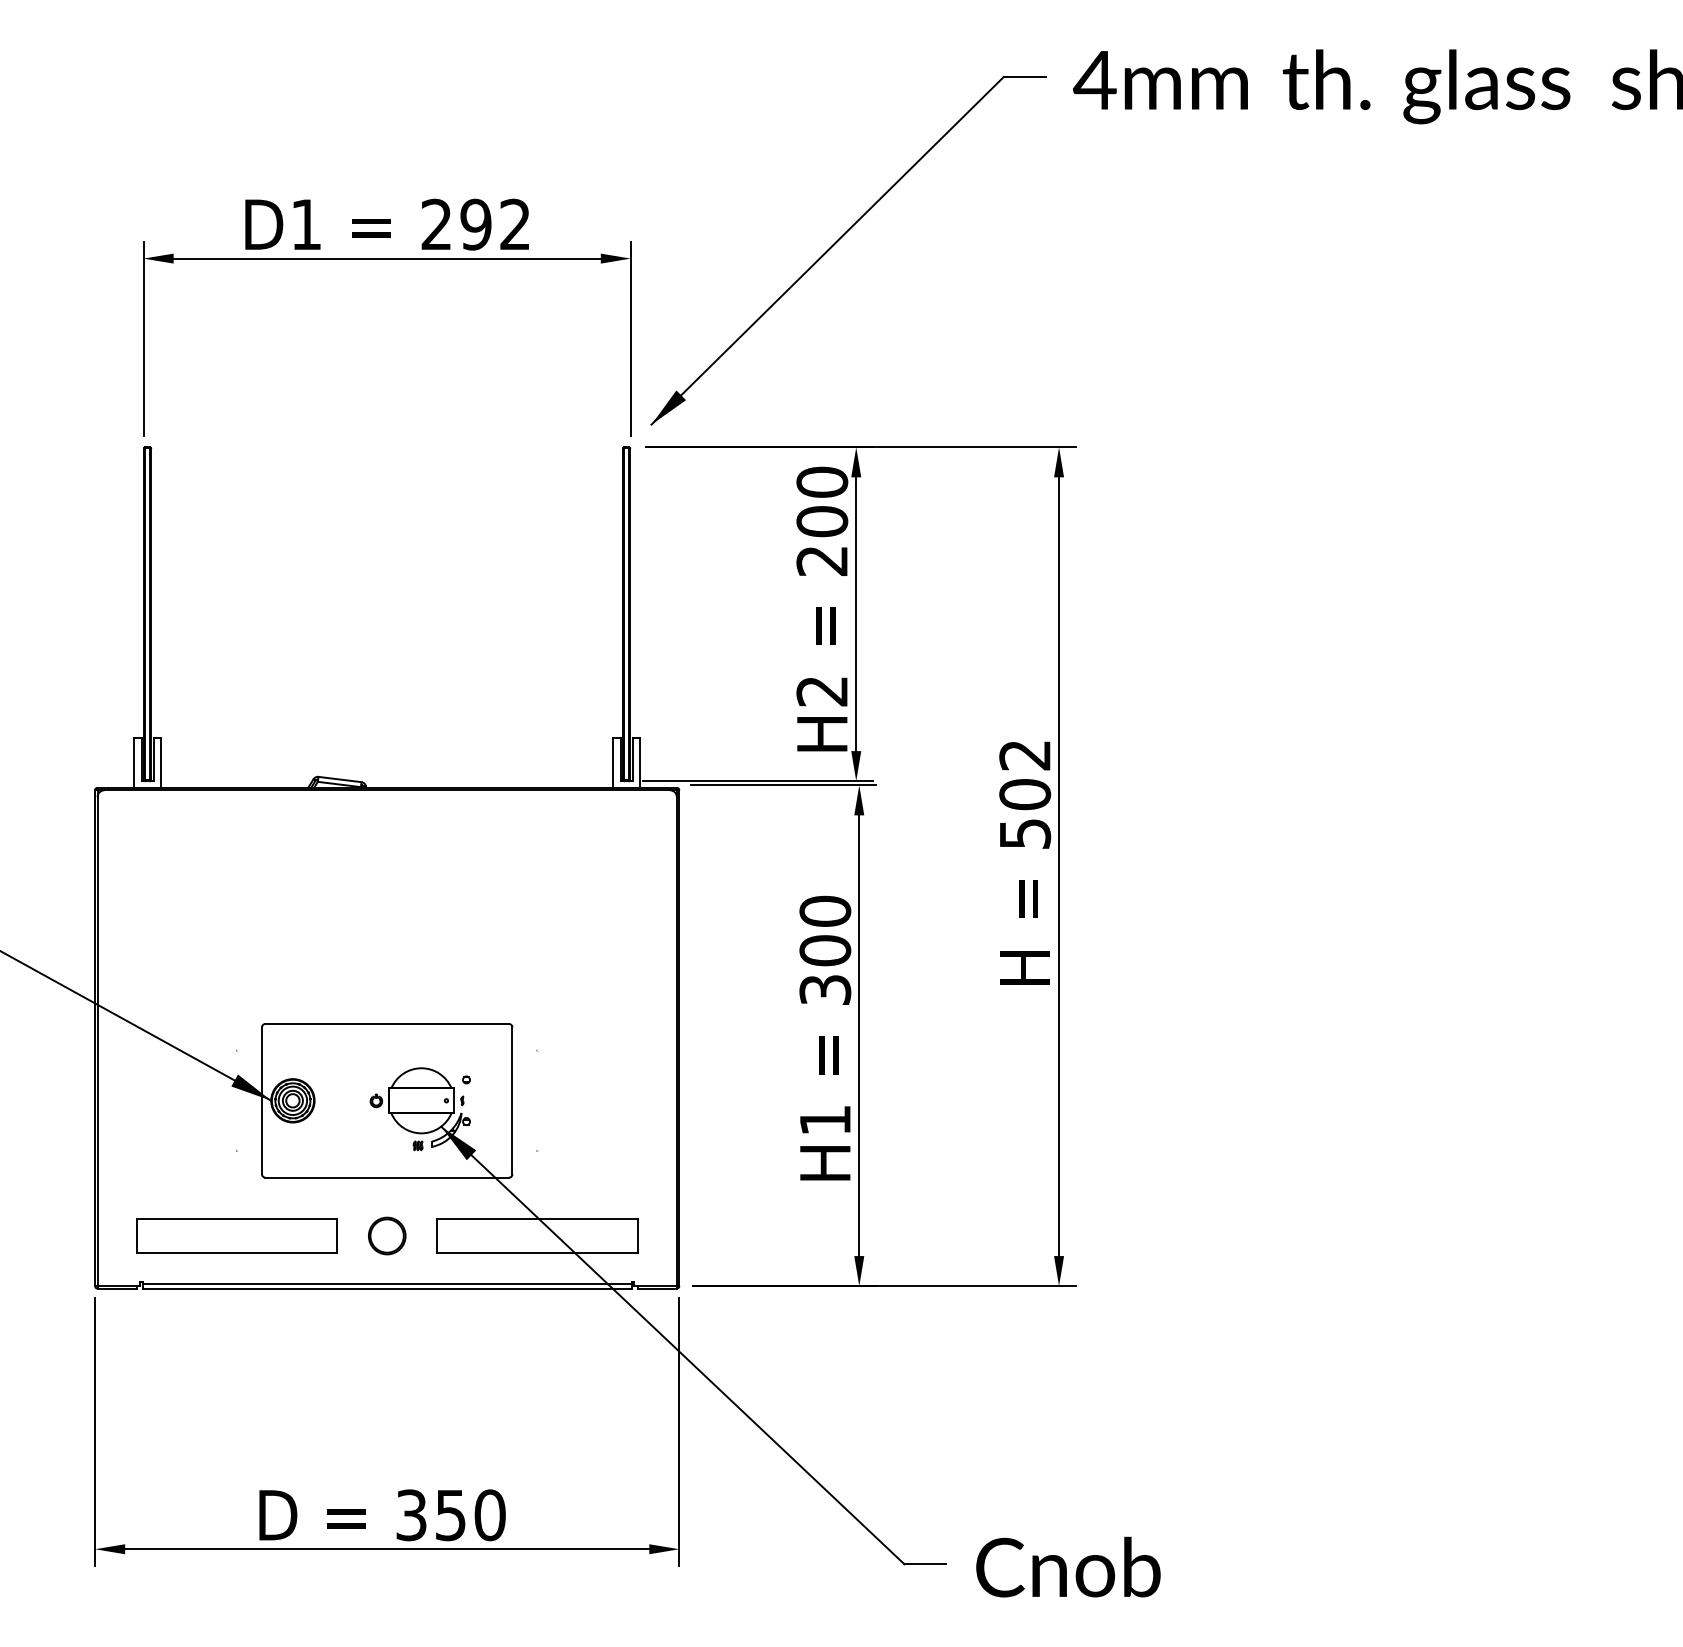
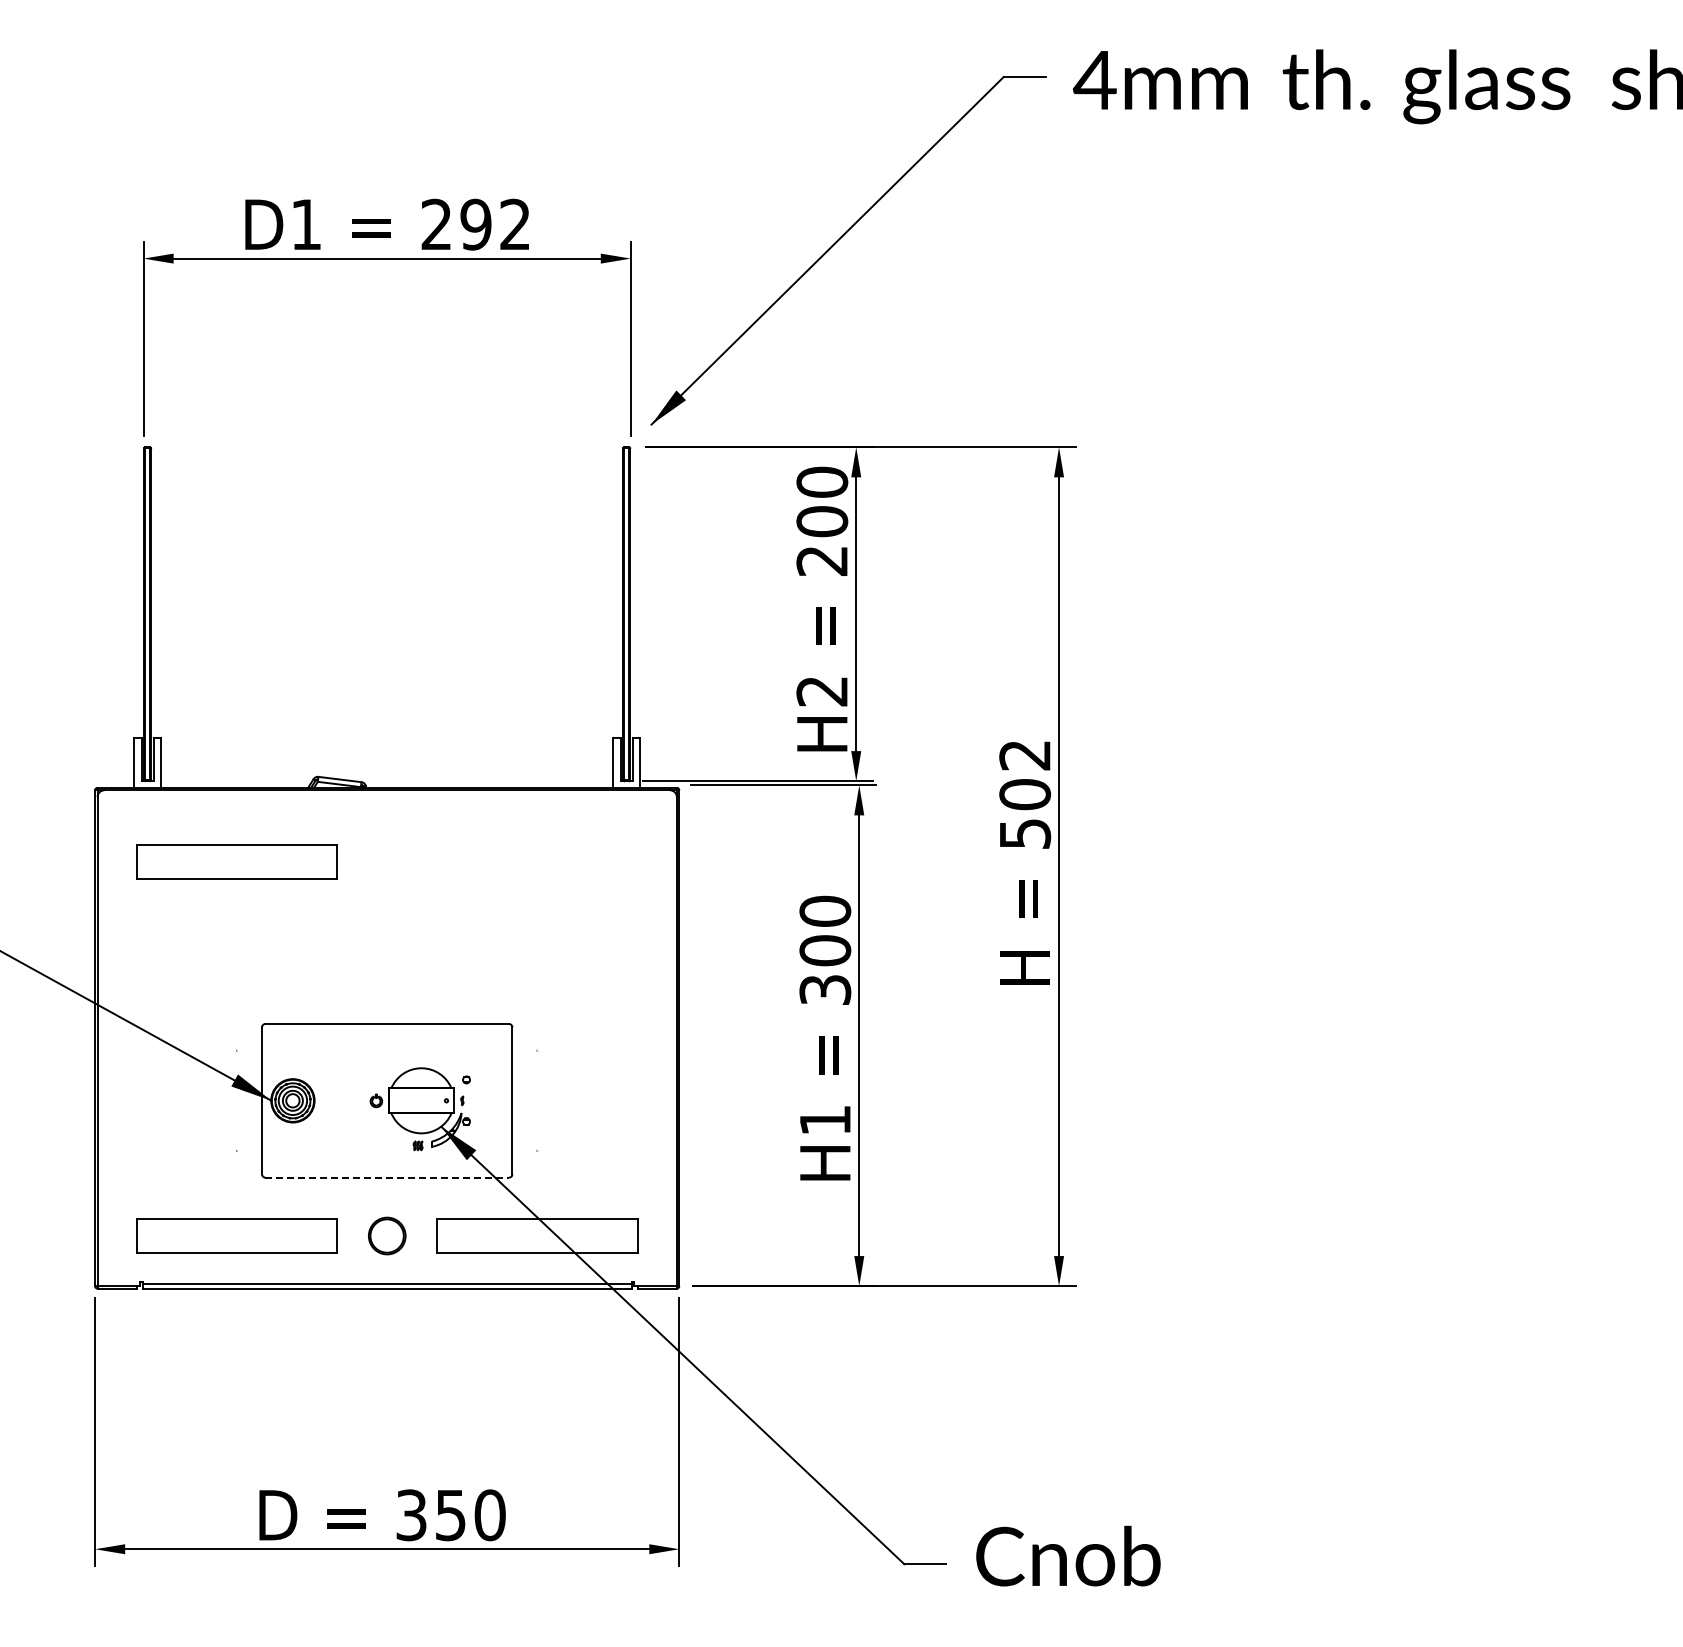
part at (236, 861): none -> present
line at (387, 1177): solid -> dashed
text at (1068, 1566) position: (1068, 1566) -> (1068, 1555)
